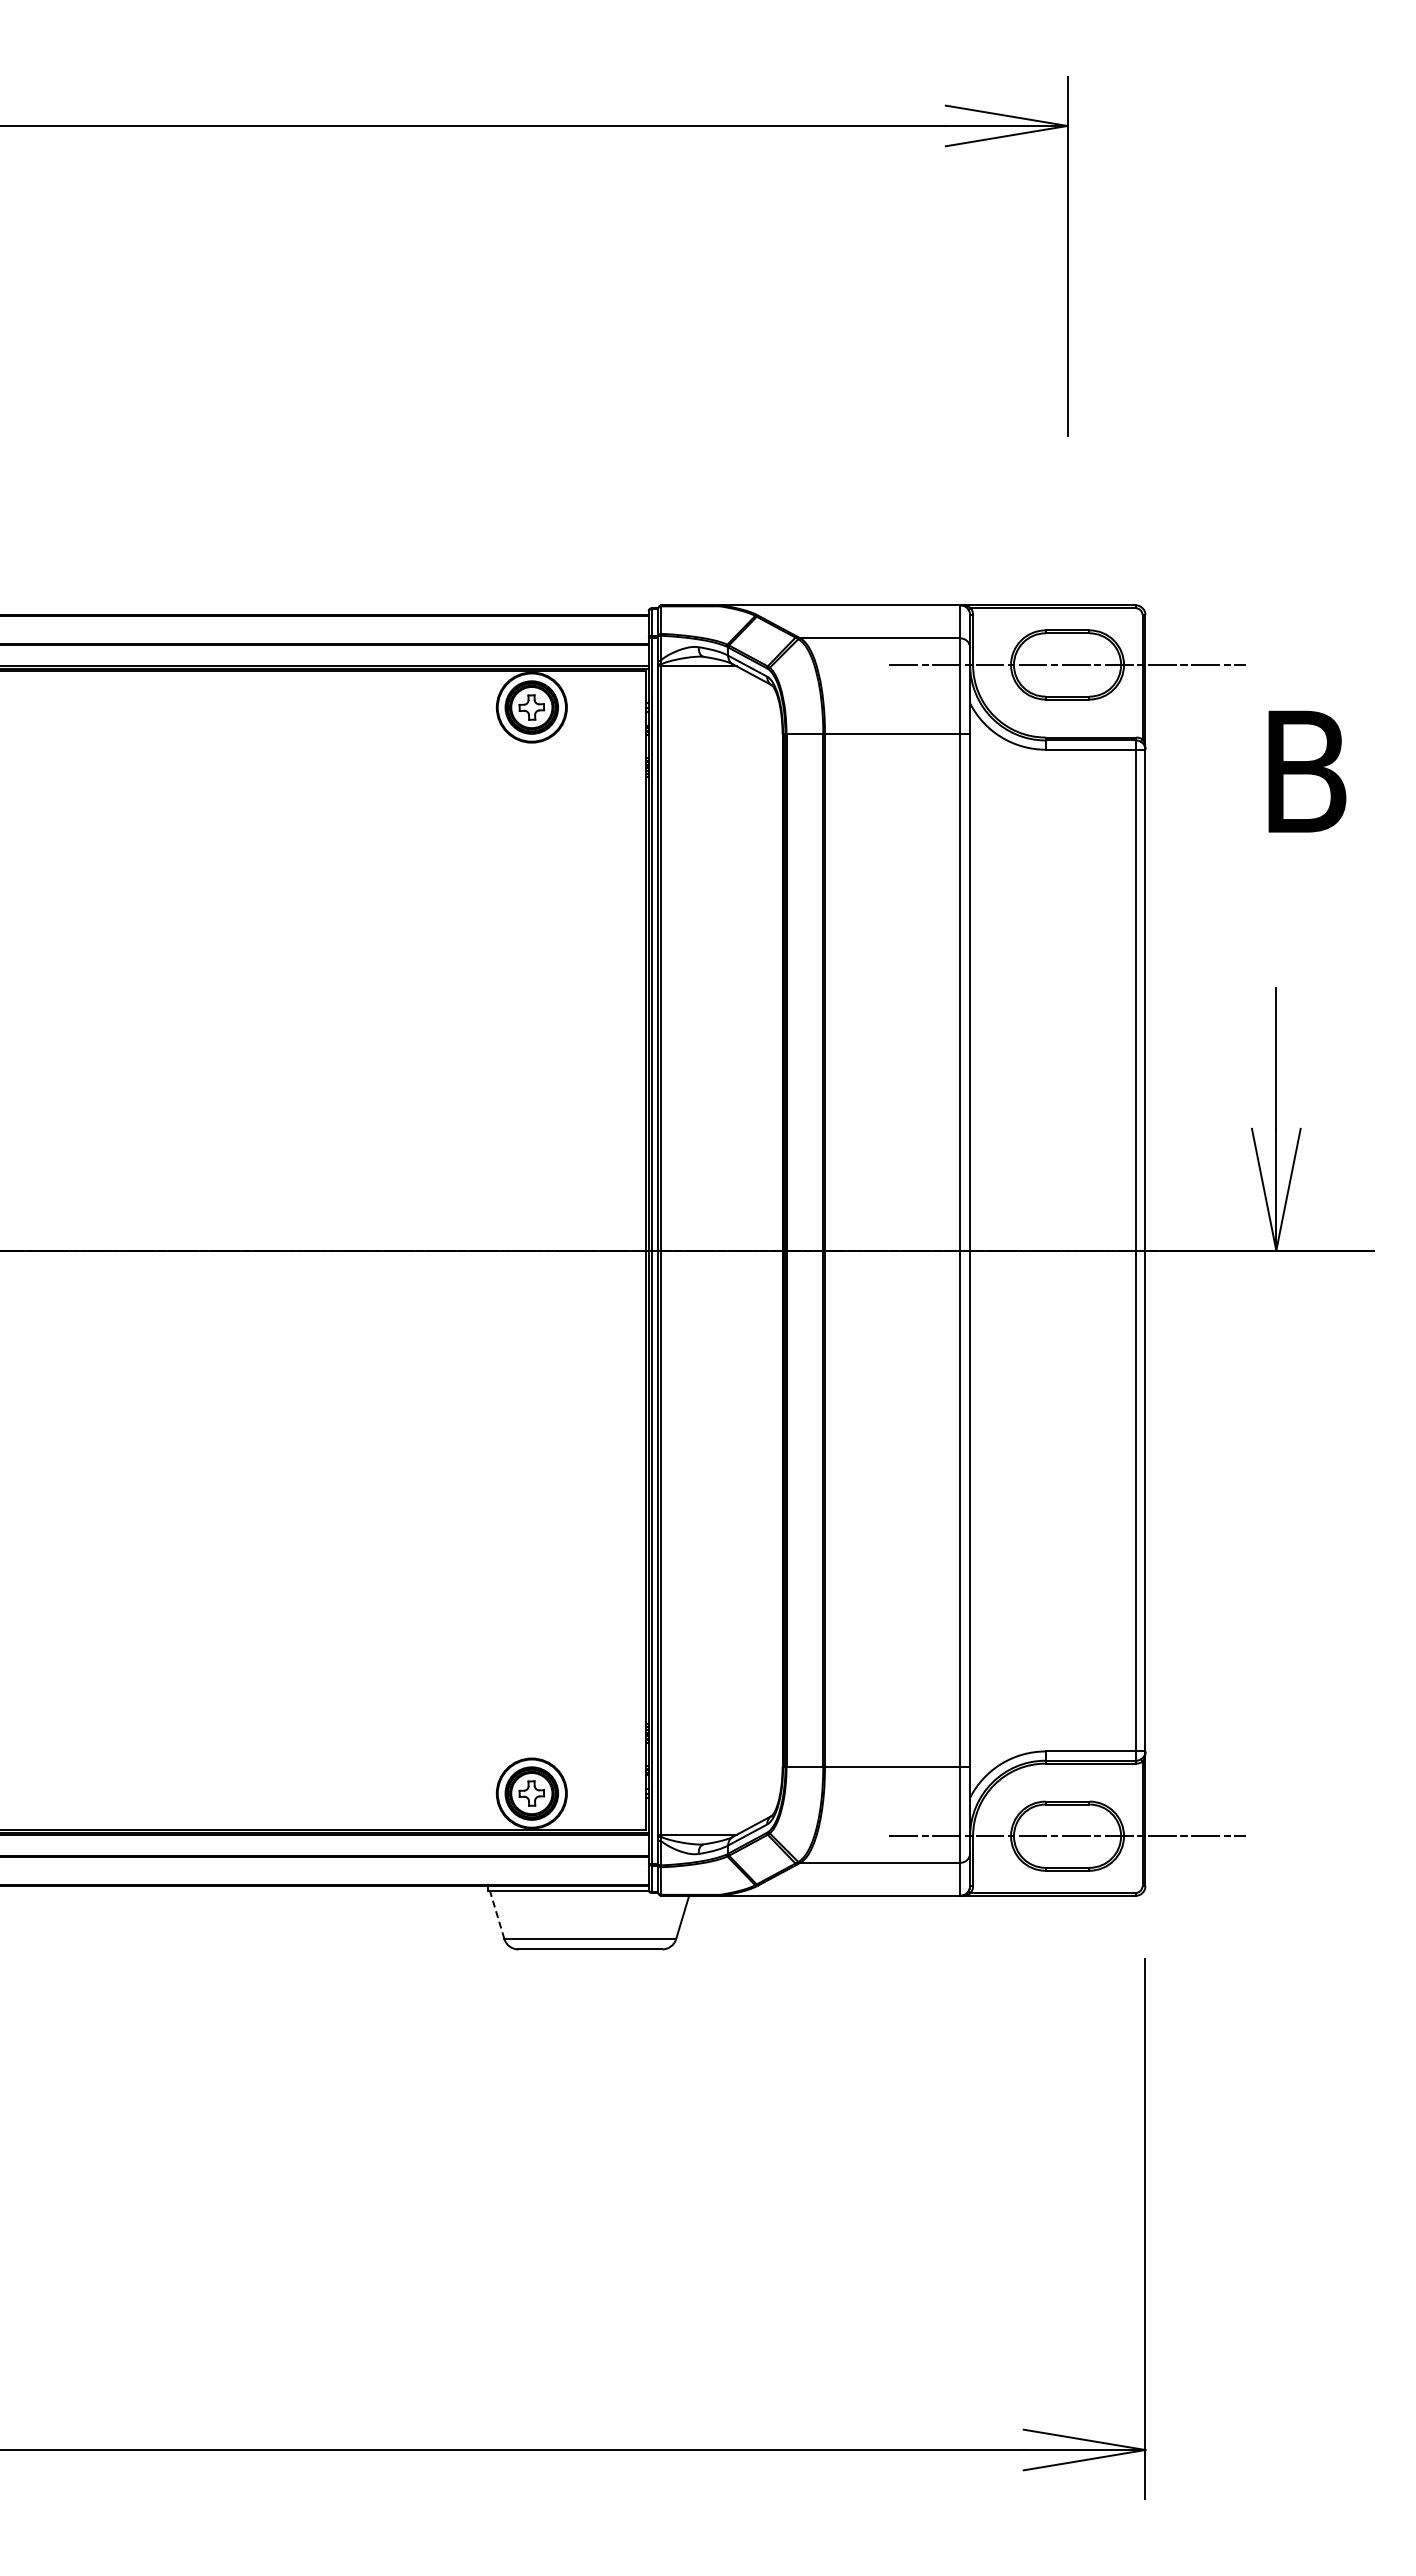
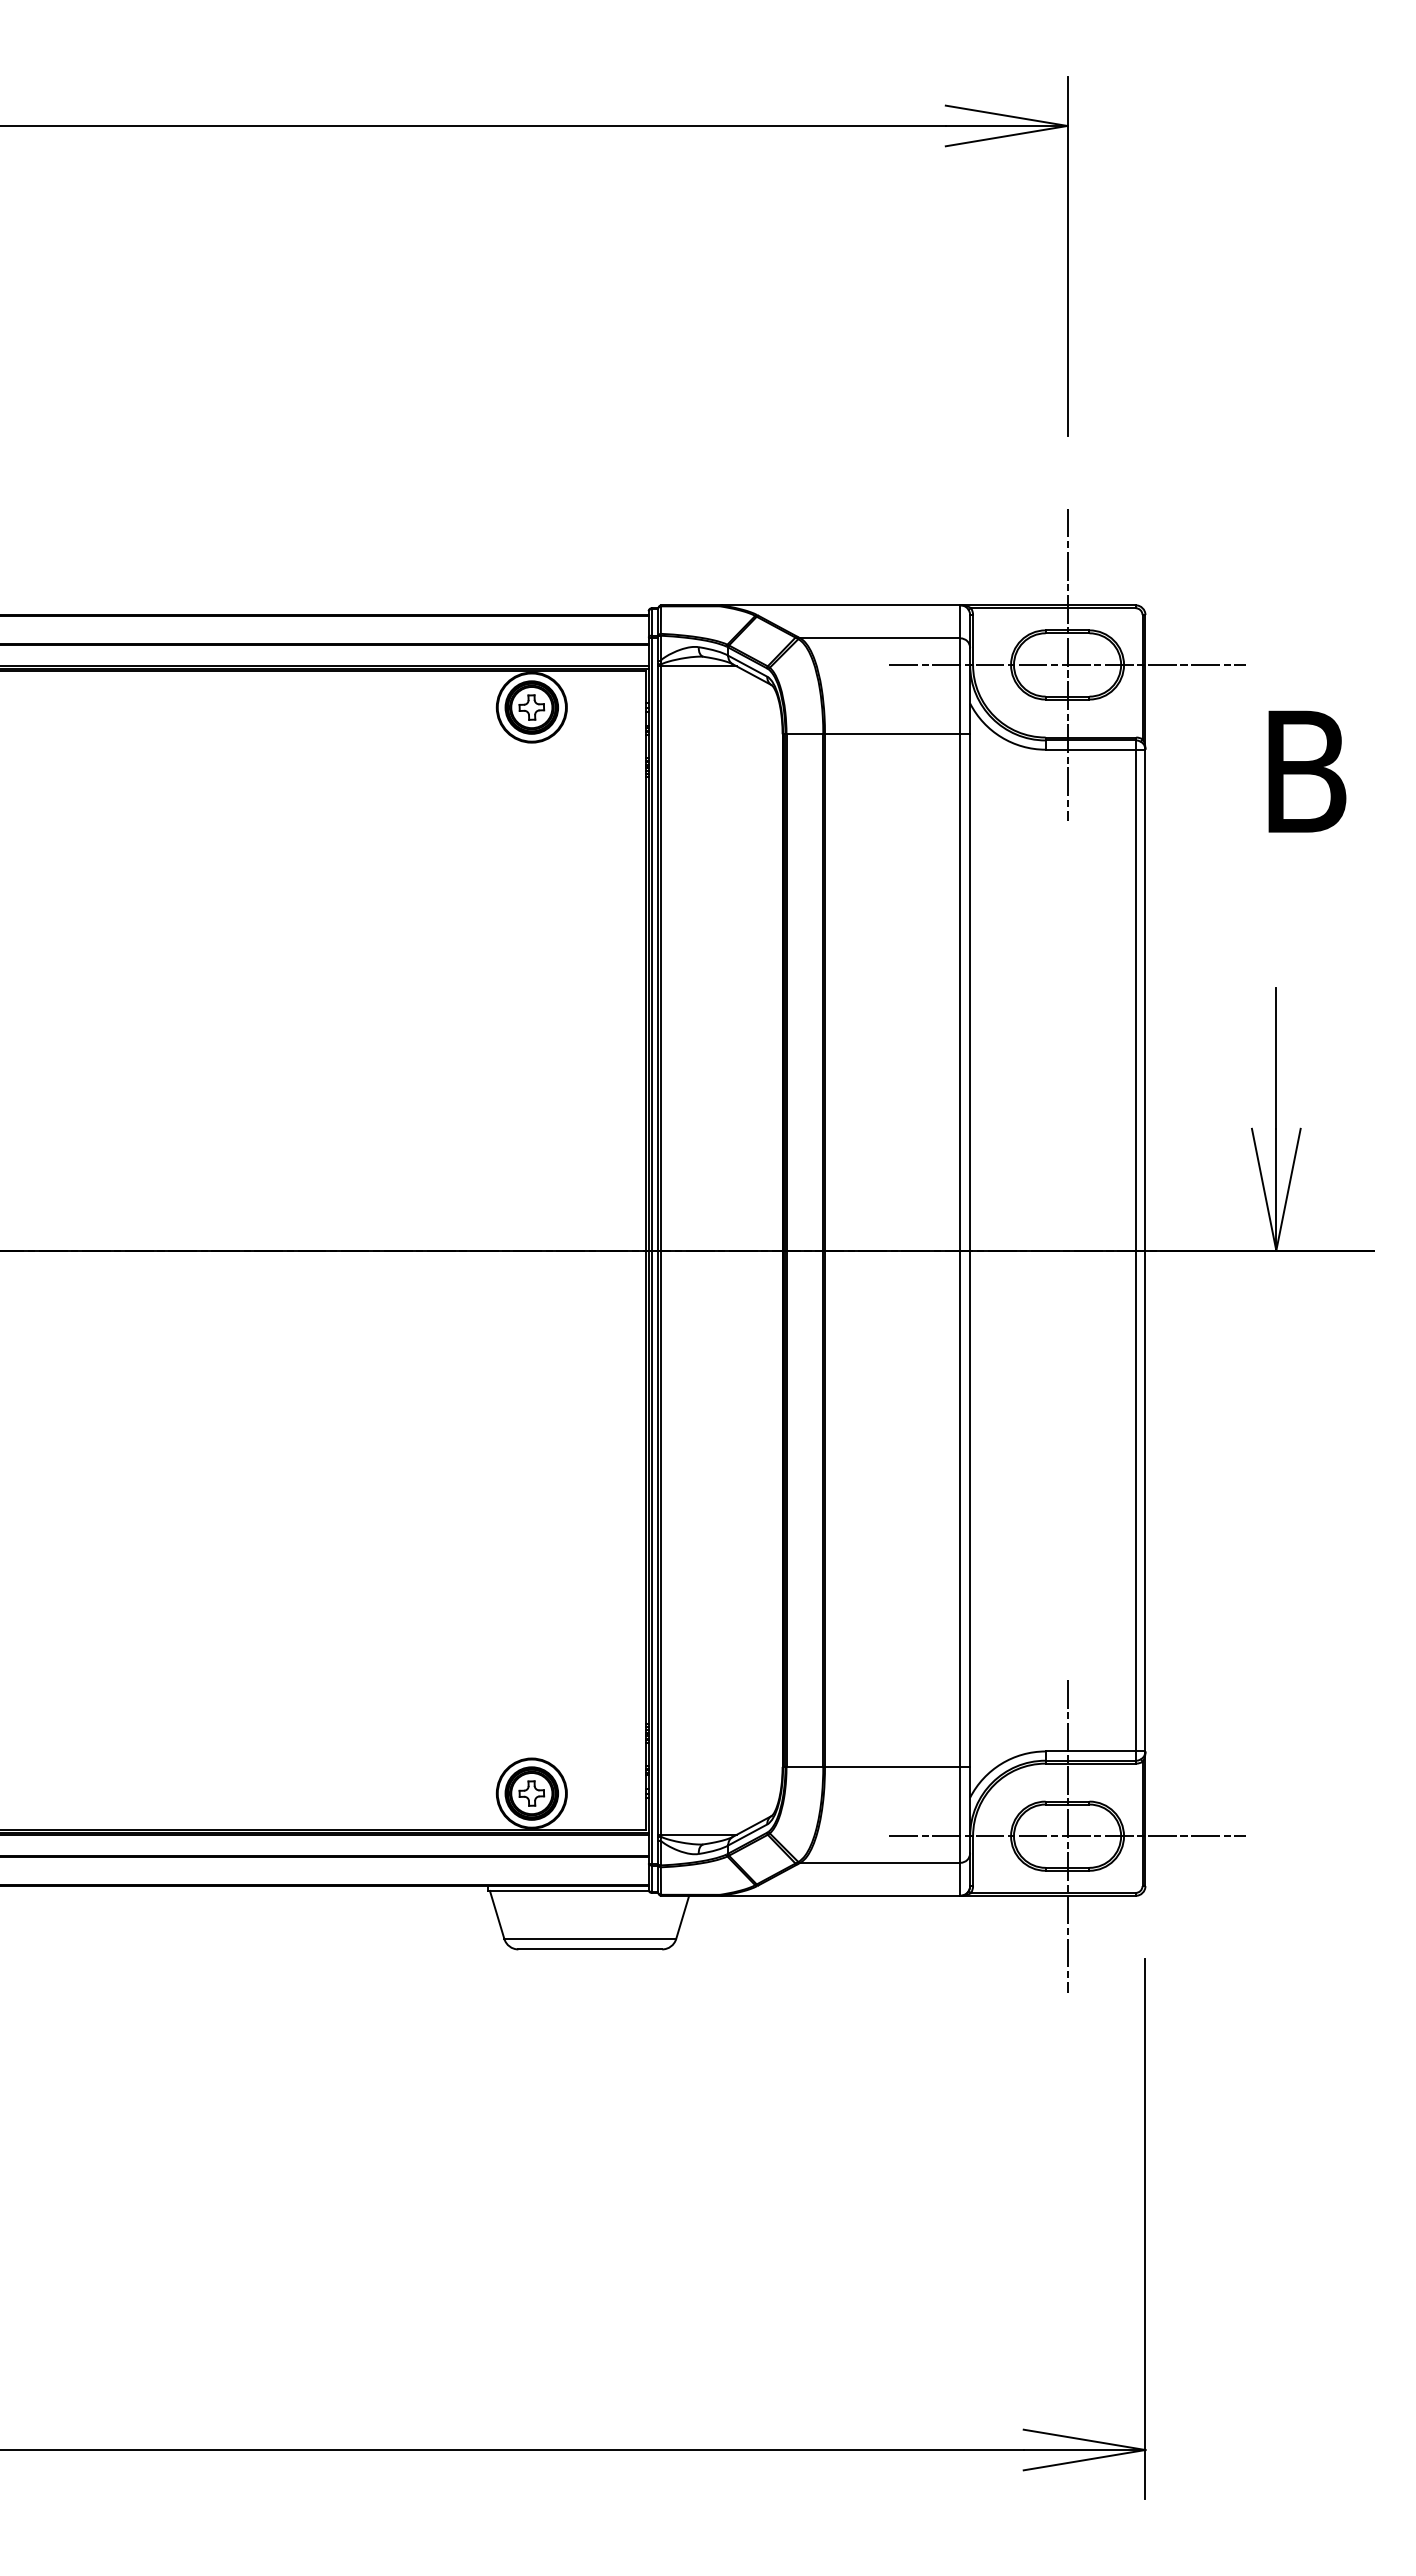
line at (1067, 664): none -> present
line at (1067, 1835): none -> present
line at (497, 1914): dashed -> solid
